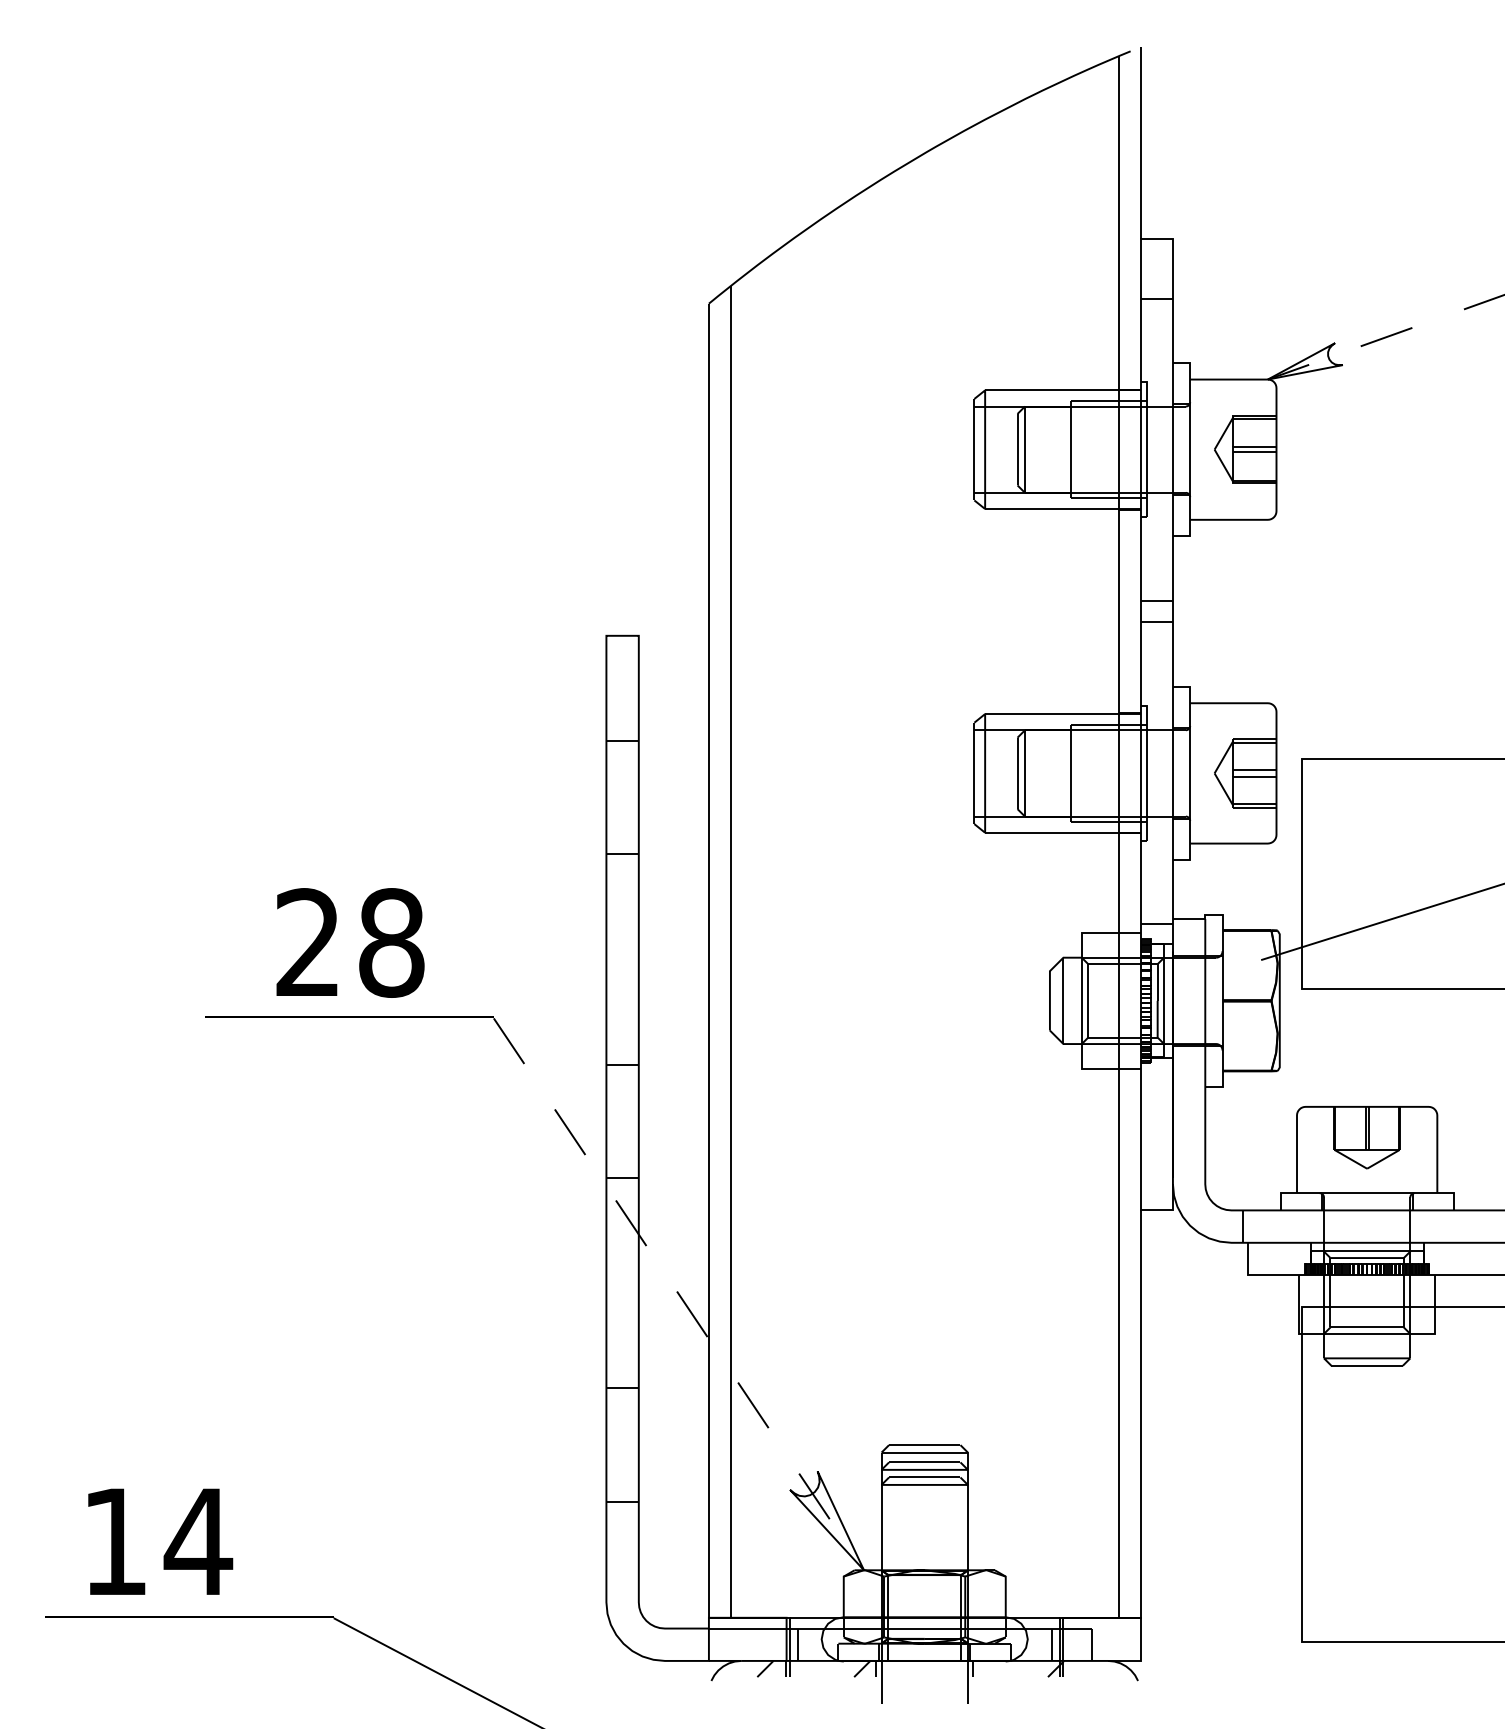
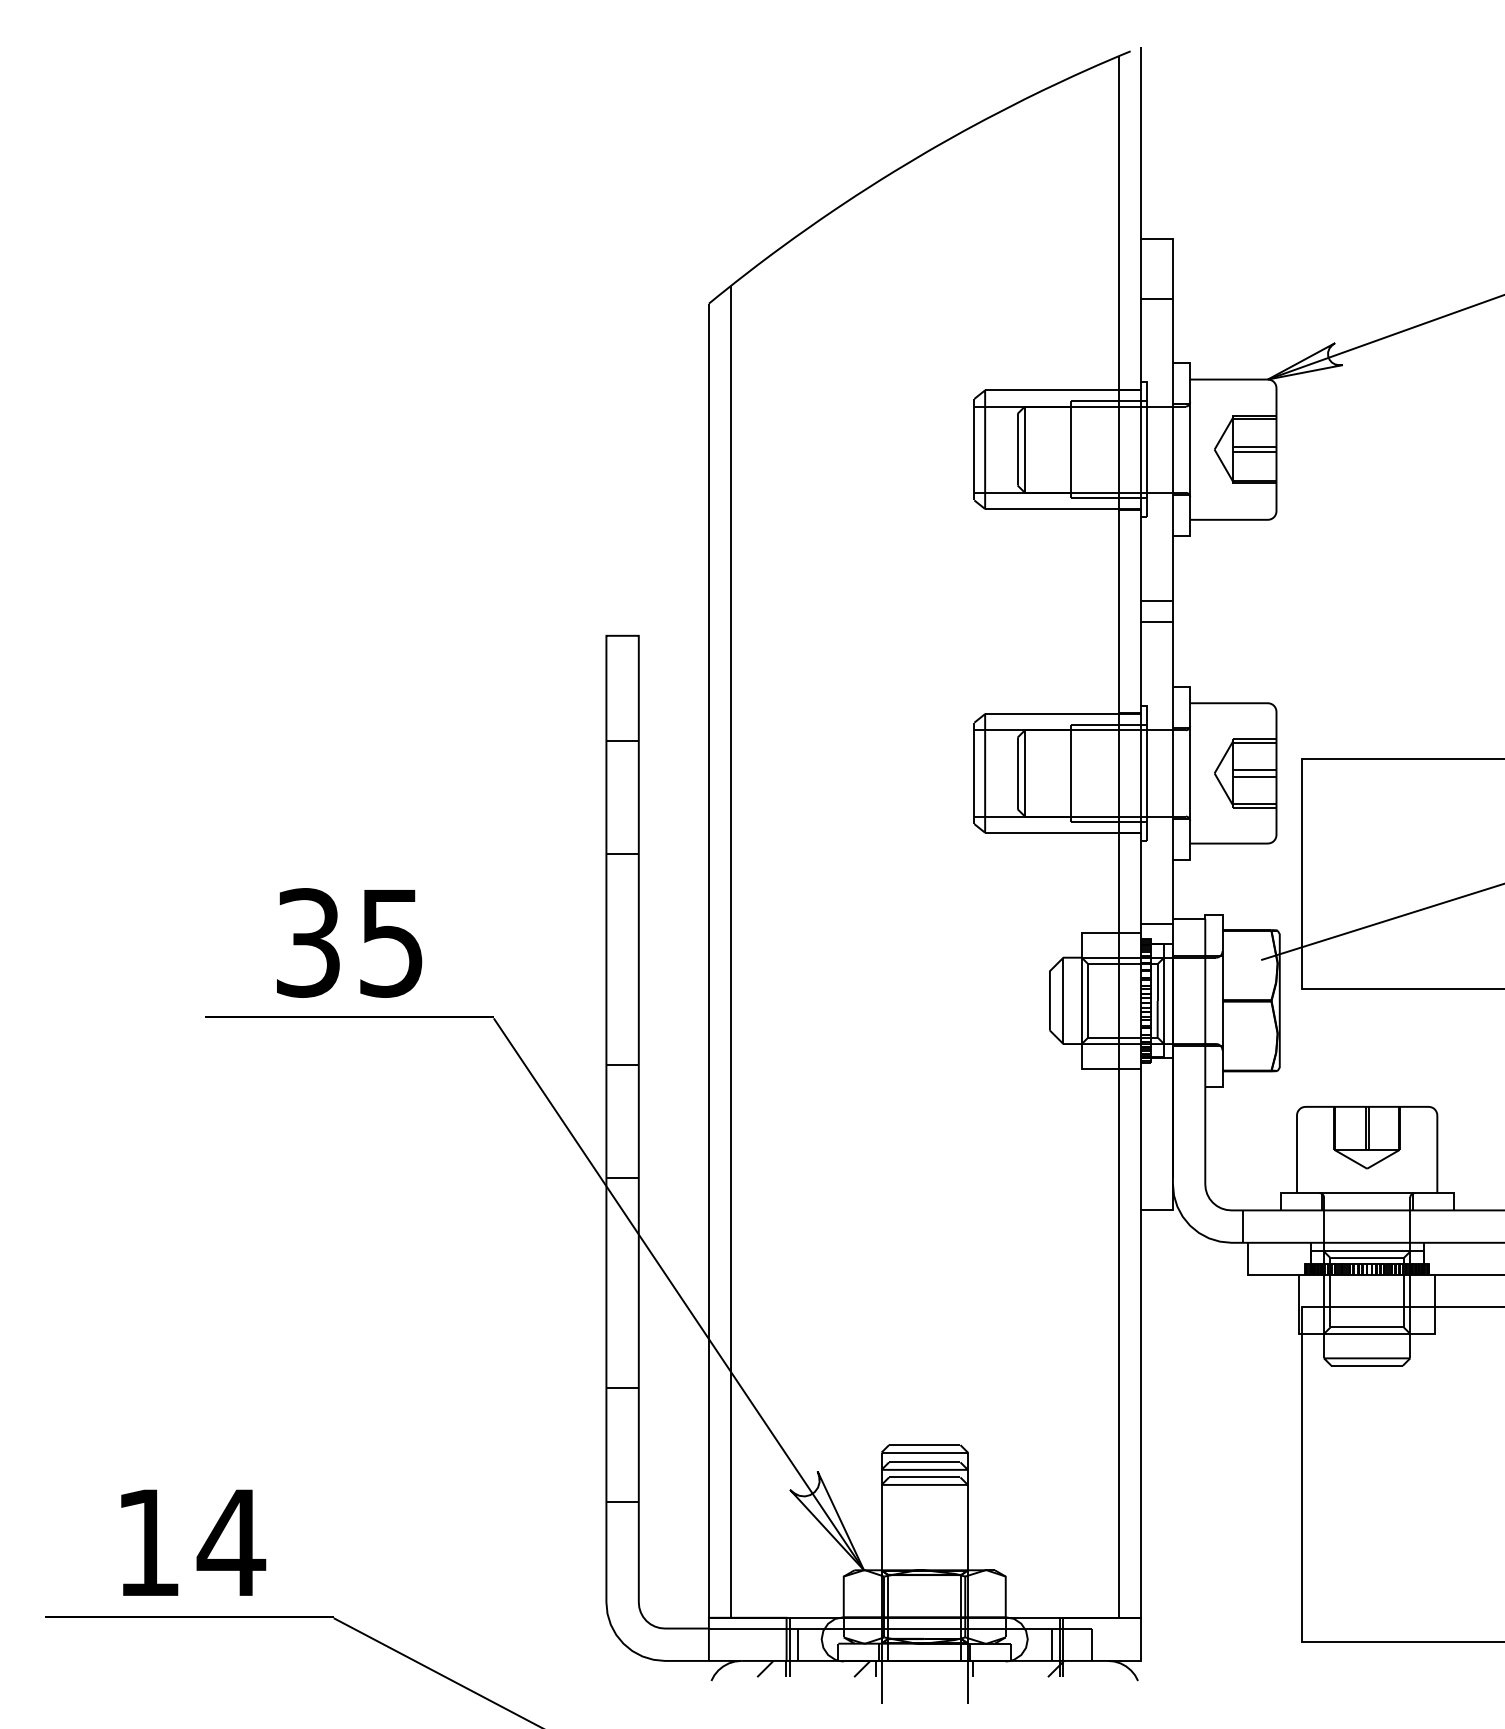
line at (1385, 337): dashed -> solid
text at (350, 942): 28 -> 35
line at (679, 1294): dashed -> solid
text at (160, 1541) position: (160, 1541) -> (193, 1542)
